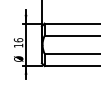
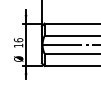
line at (69, 44): none -> present
